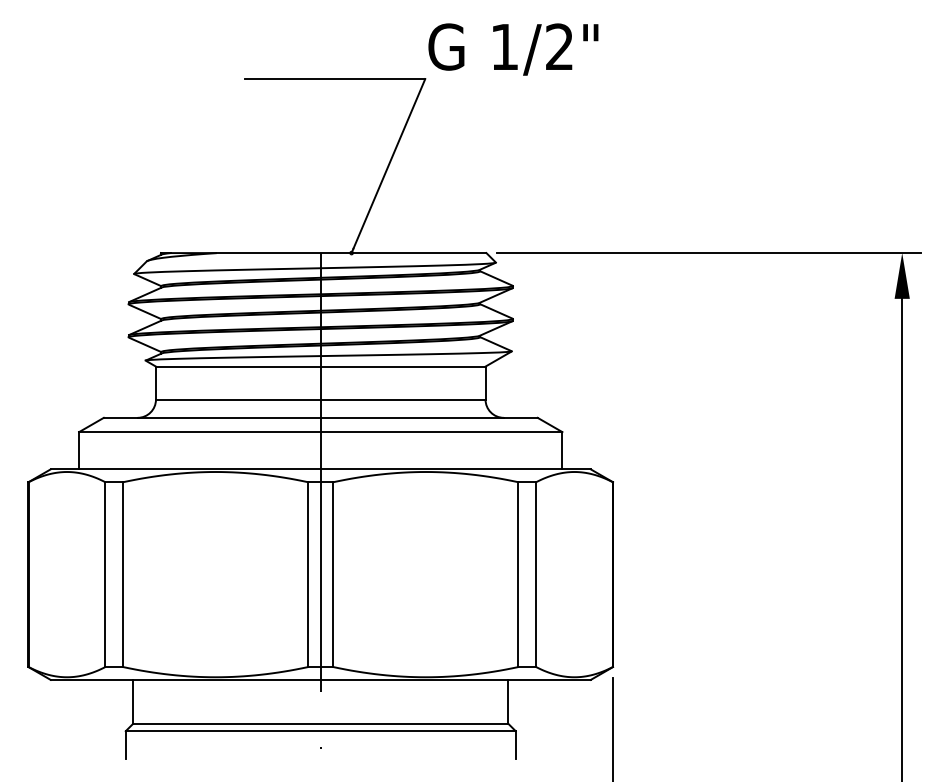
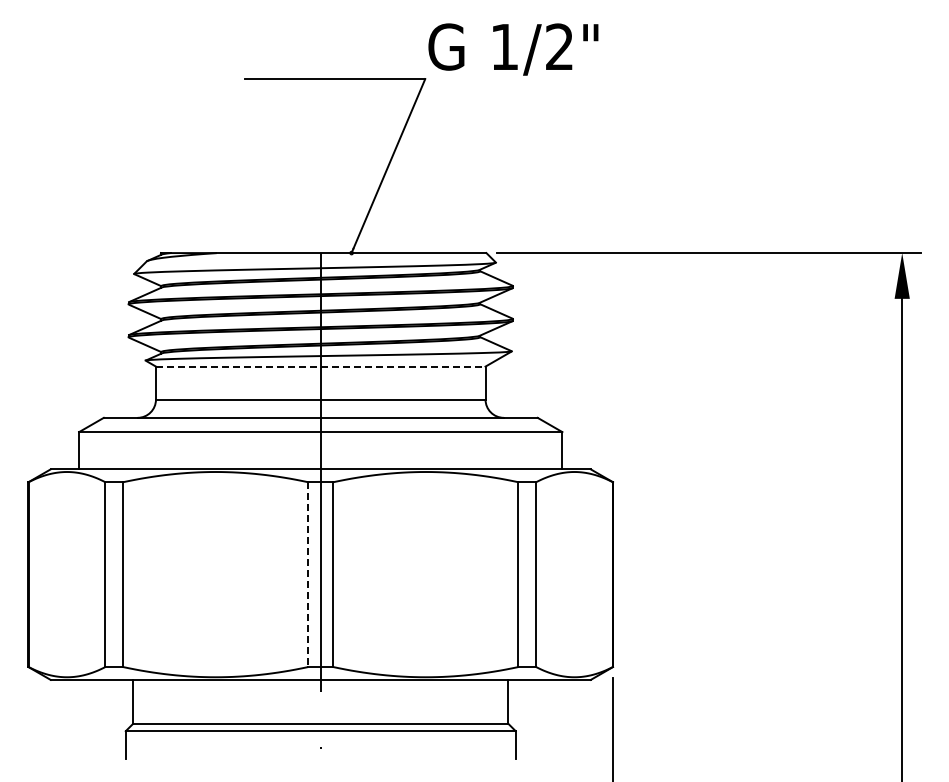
line at (320, 366): solid -> dashed
line at (308, 575): solid -> dashed
